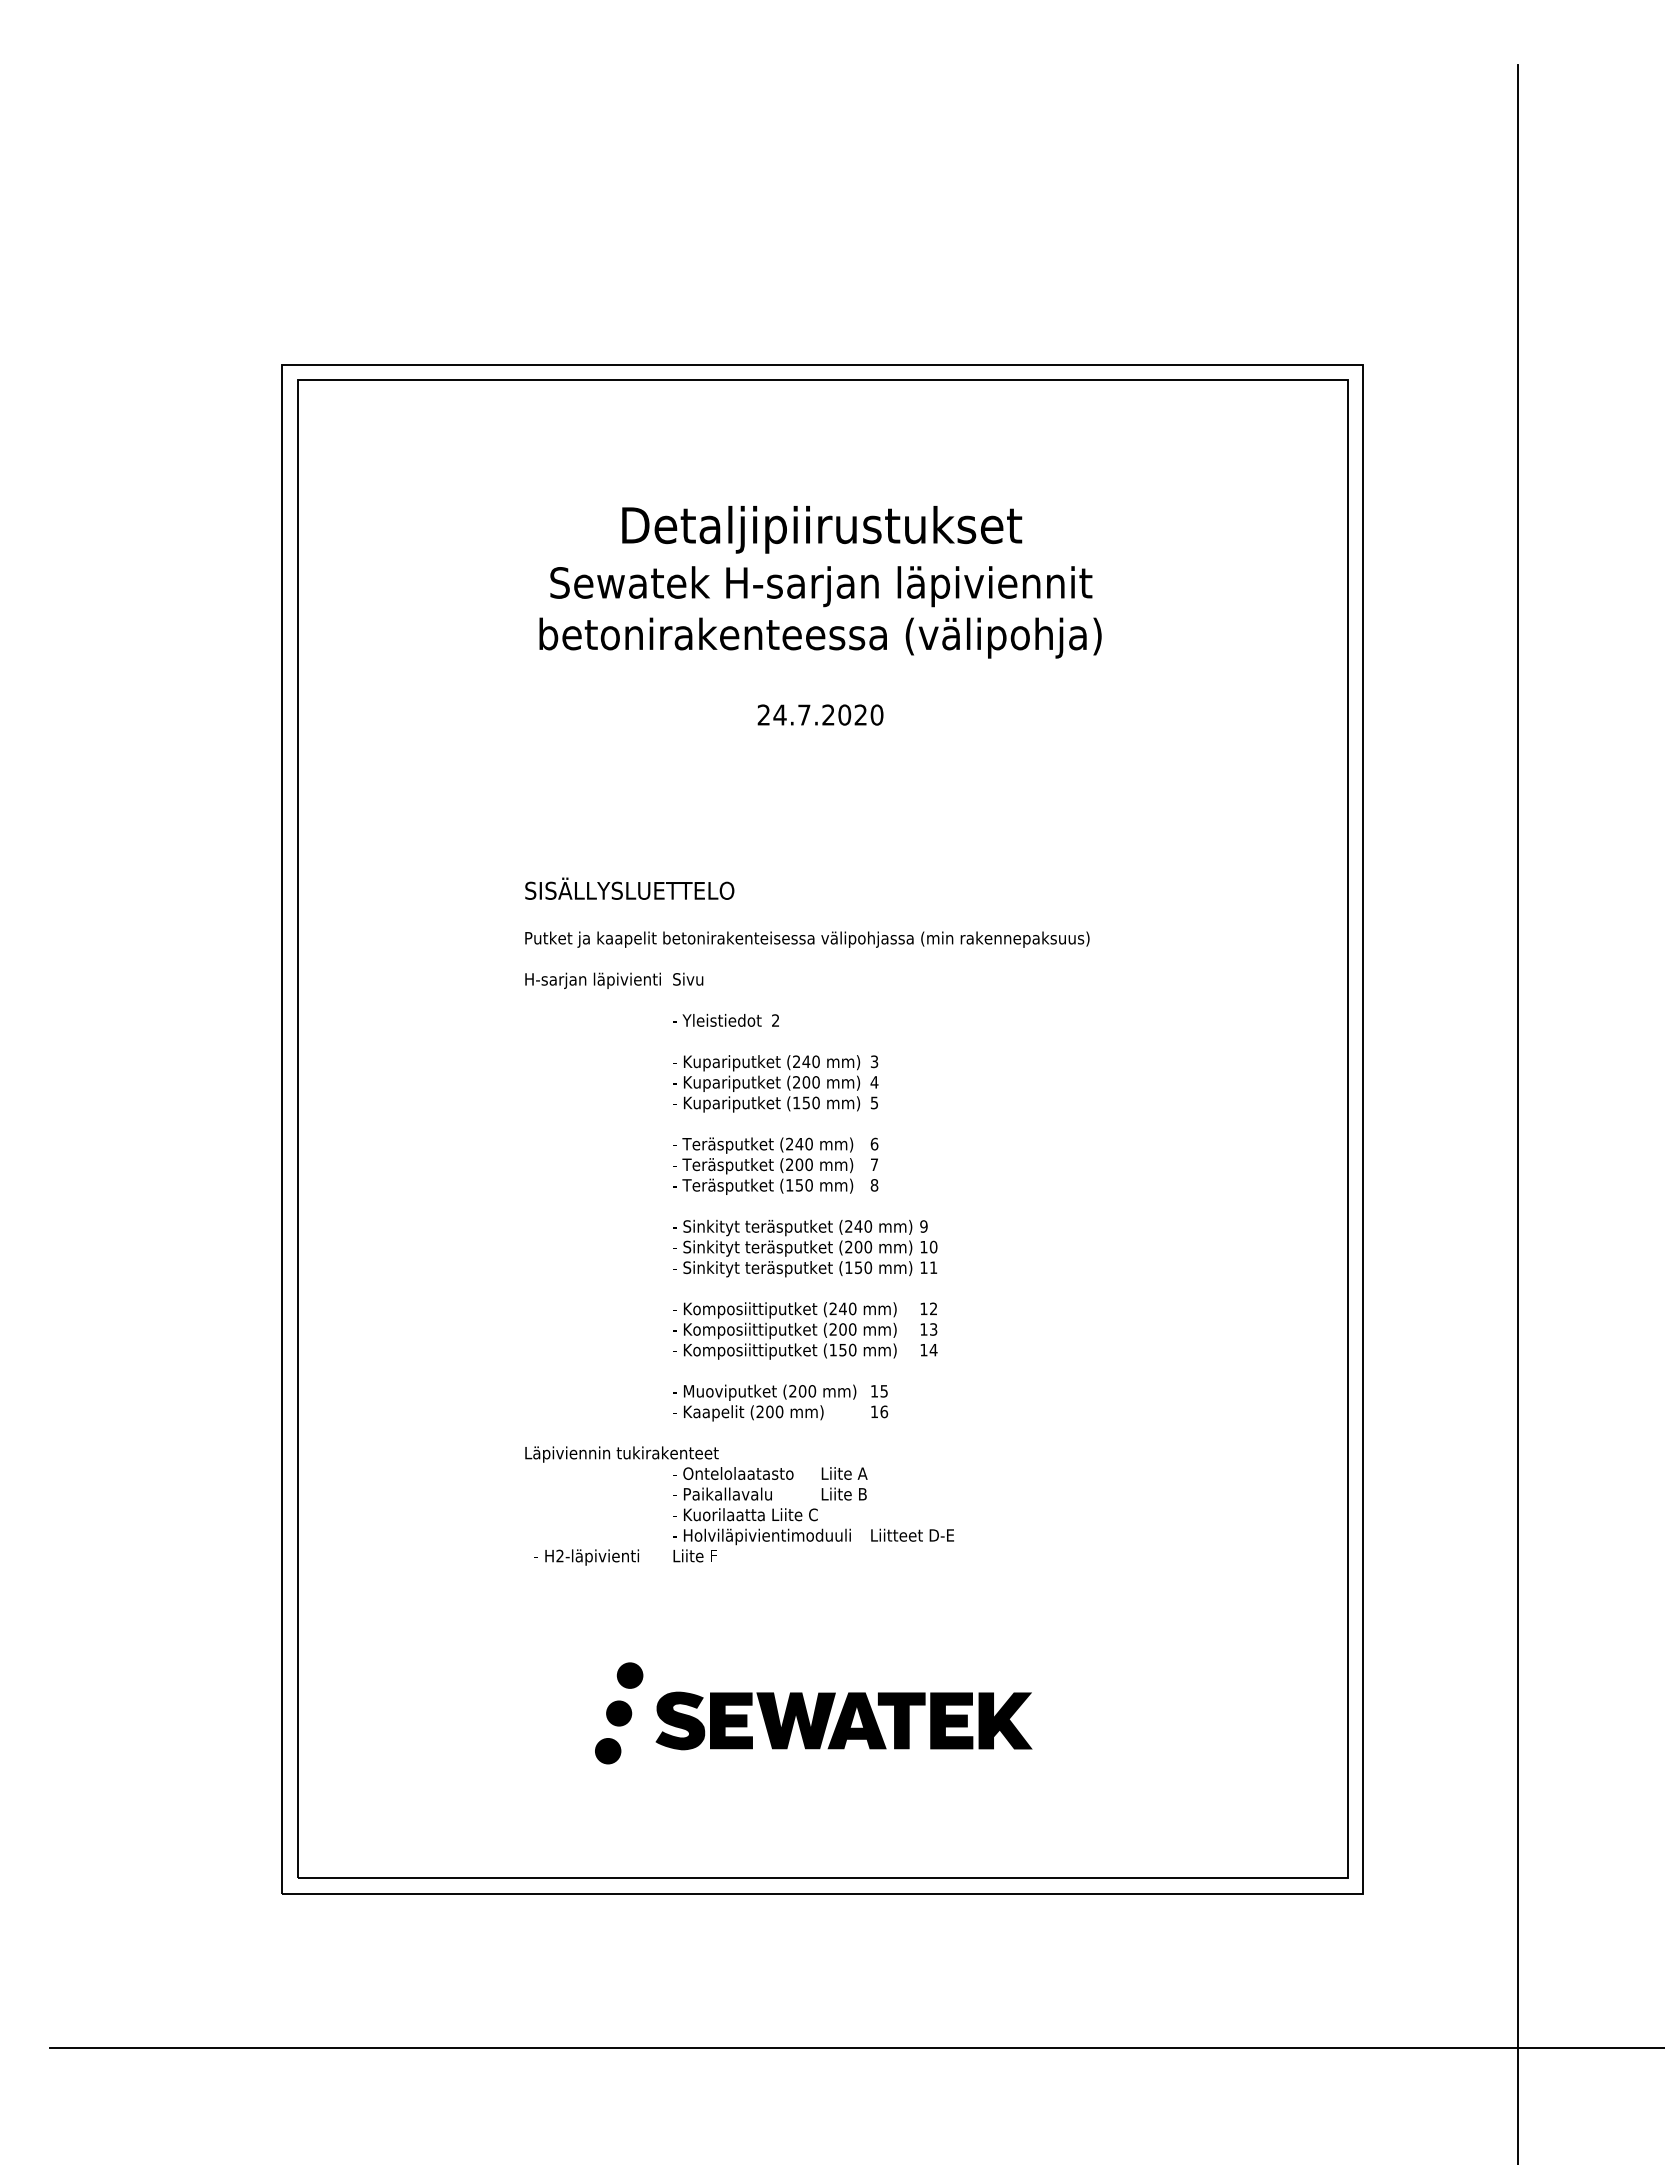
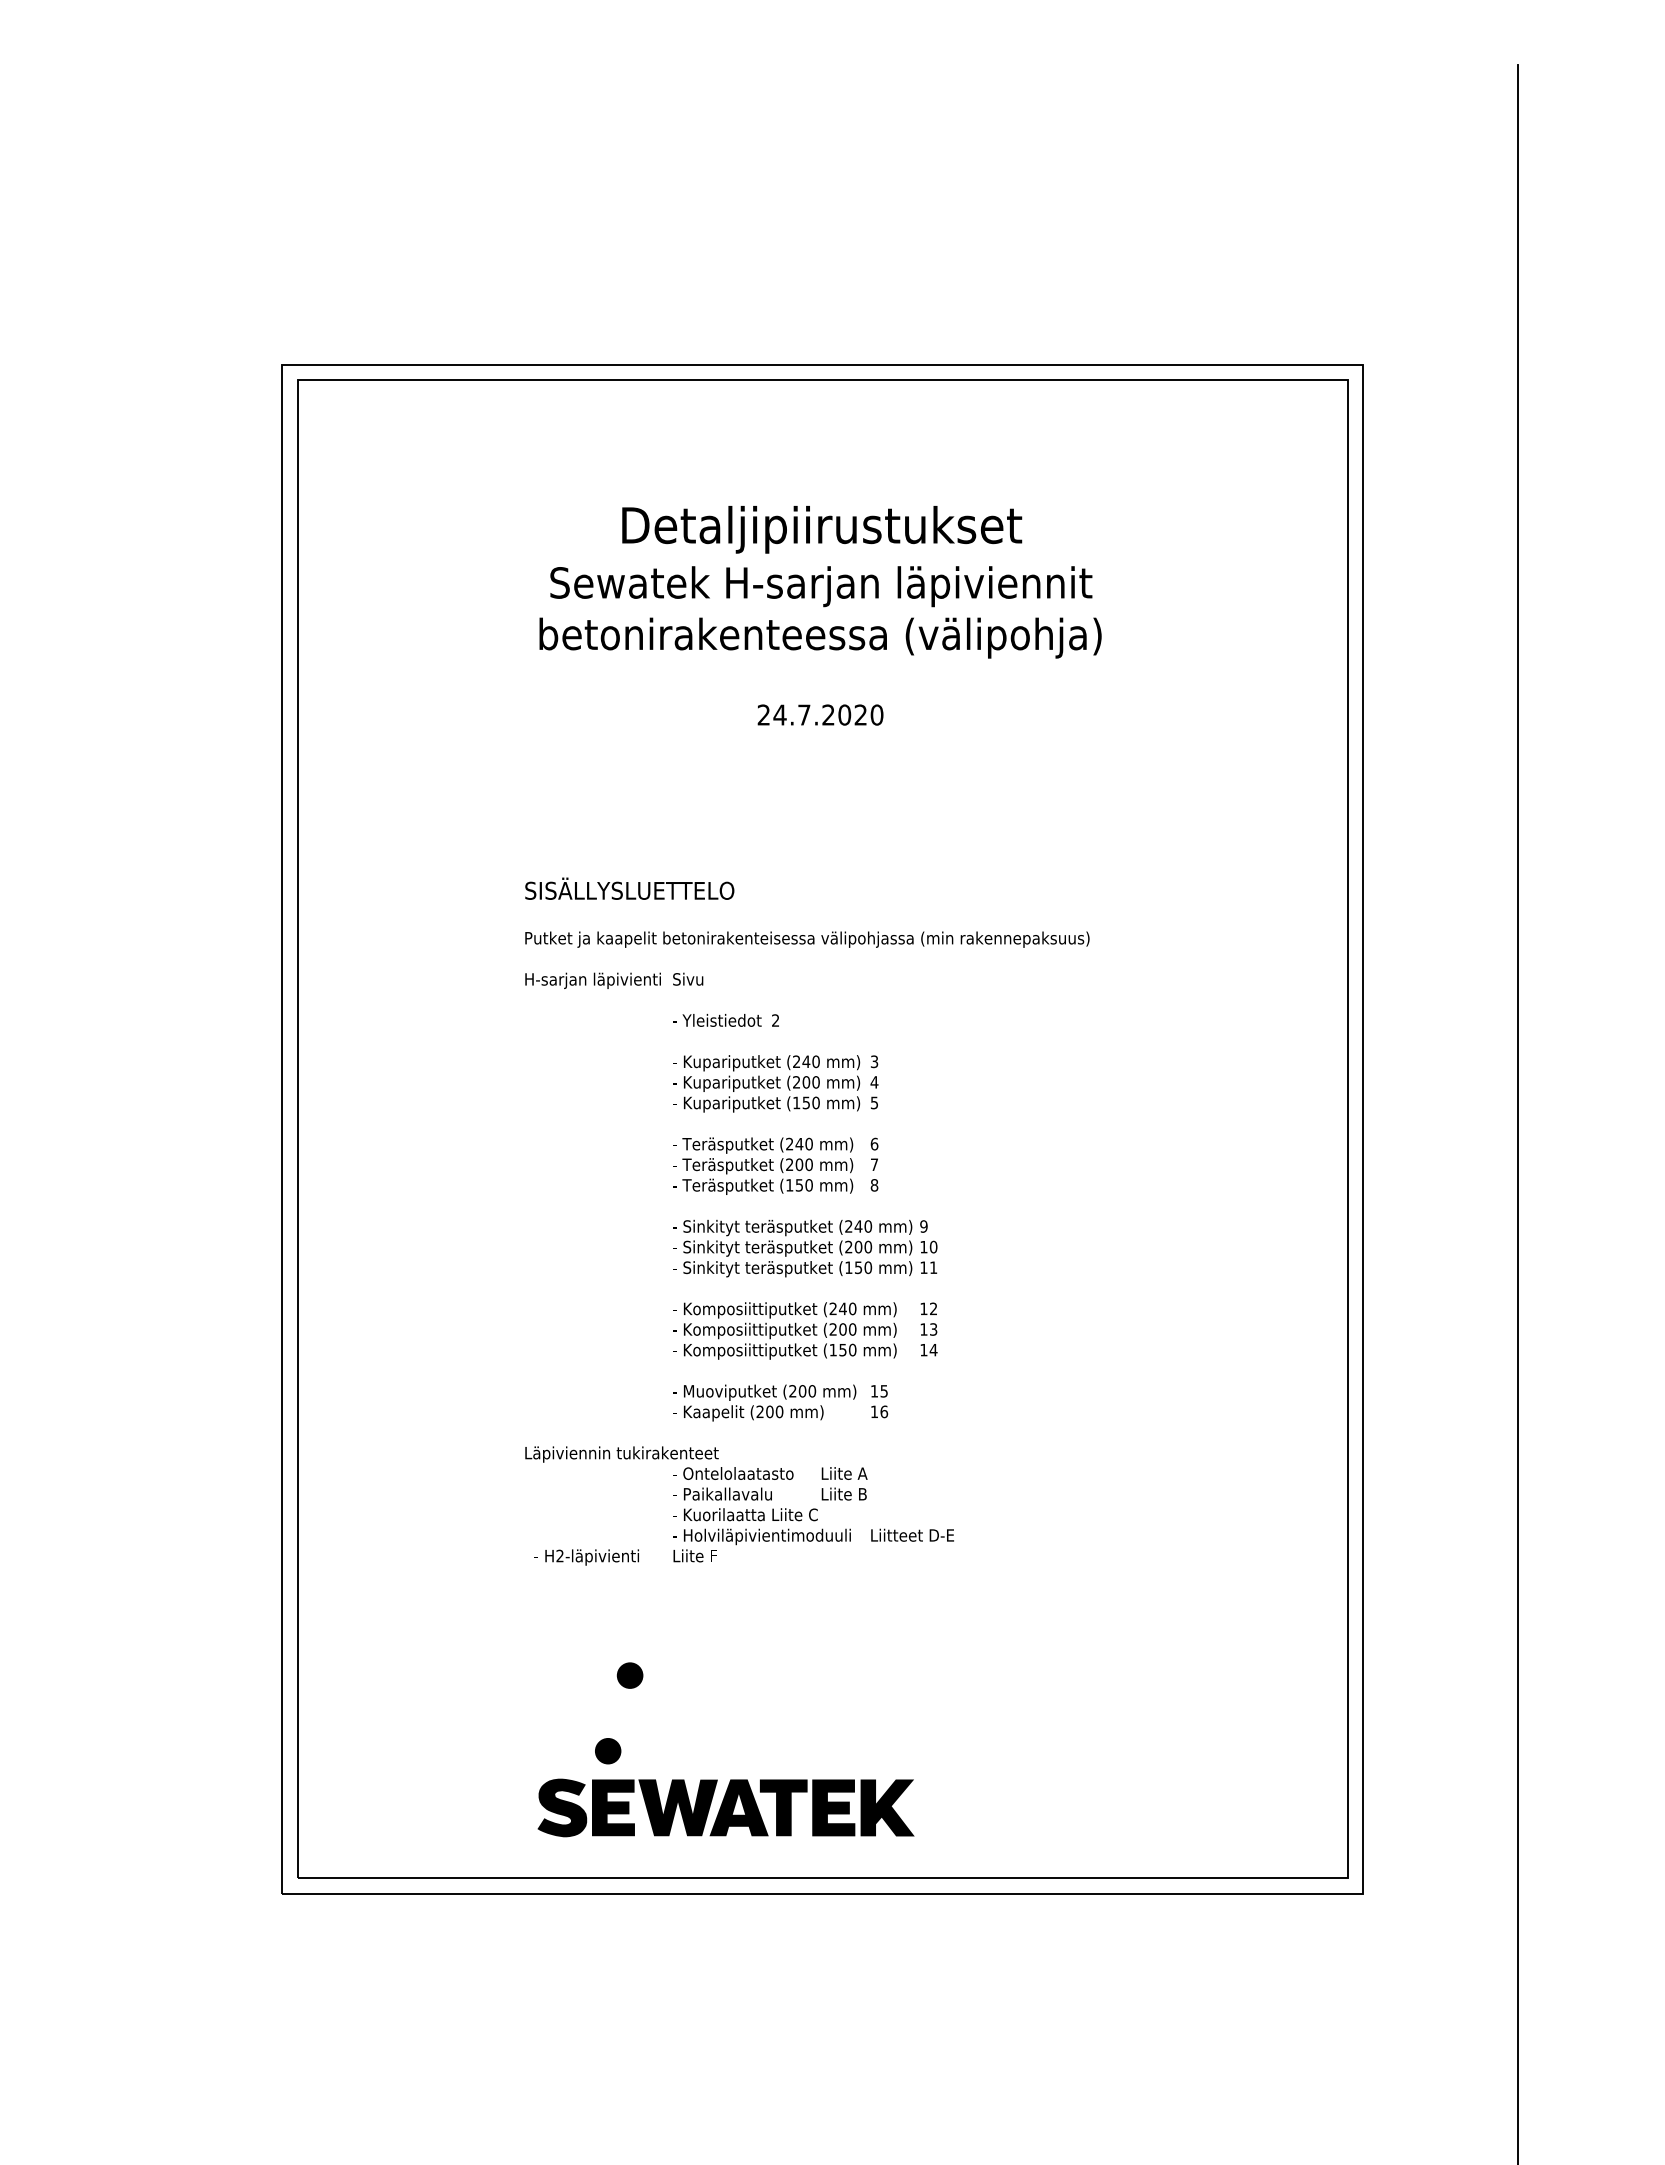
fill at (619, 1713): present -> none
part at (843, 1720) position: (843, 1720) -> (725, 1807)
line at (855, 2048): present -> none
